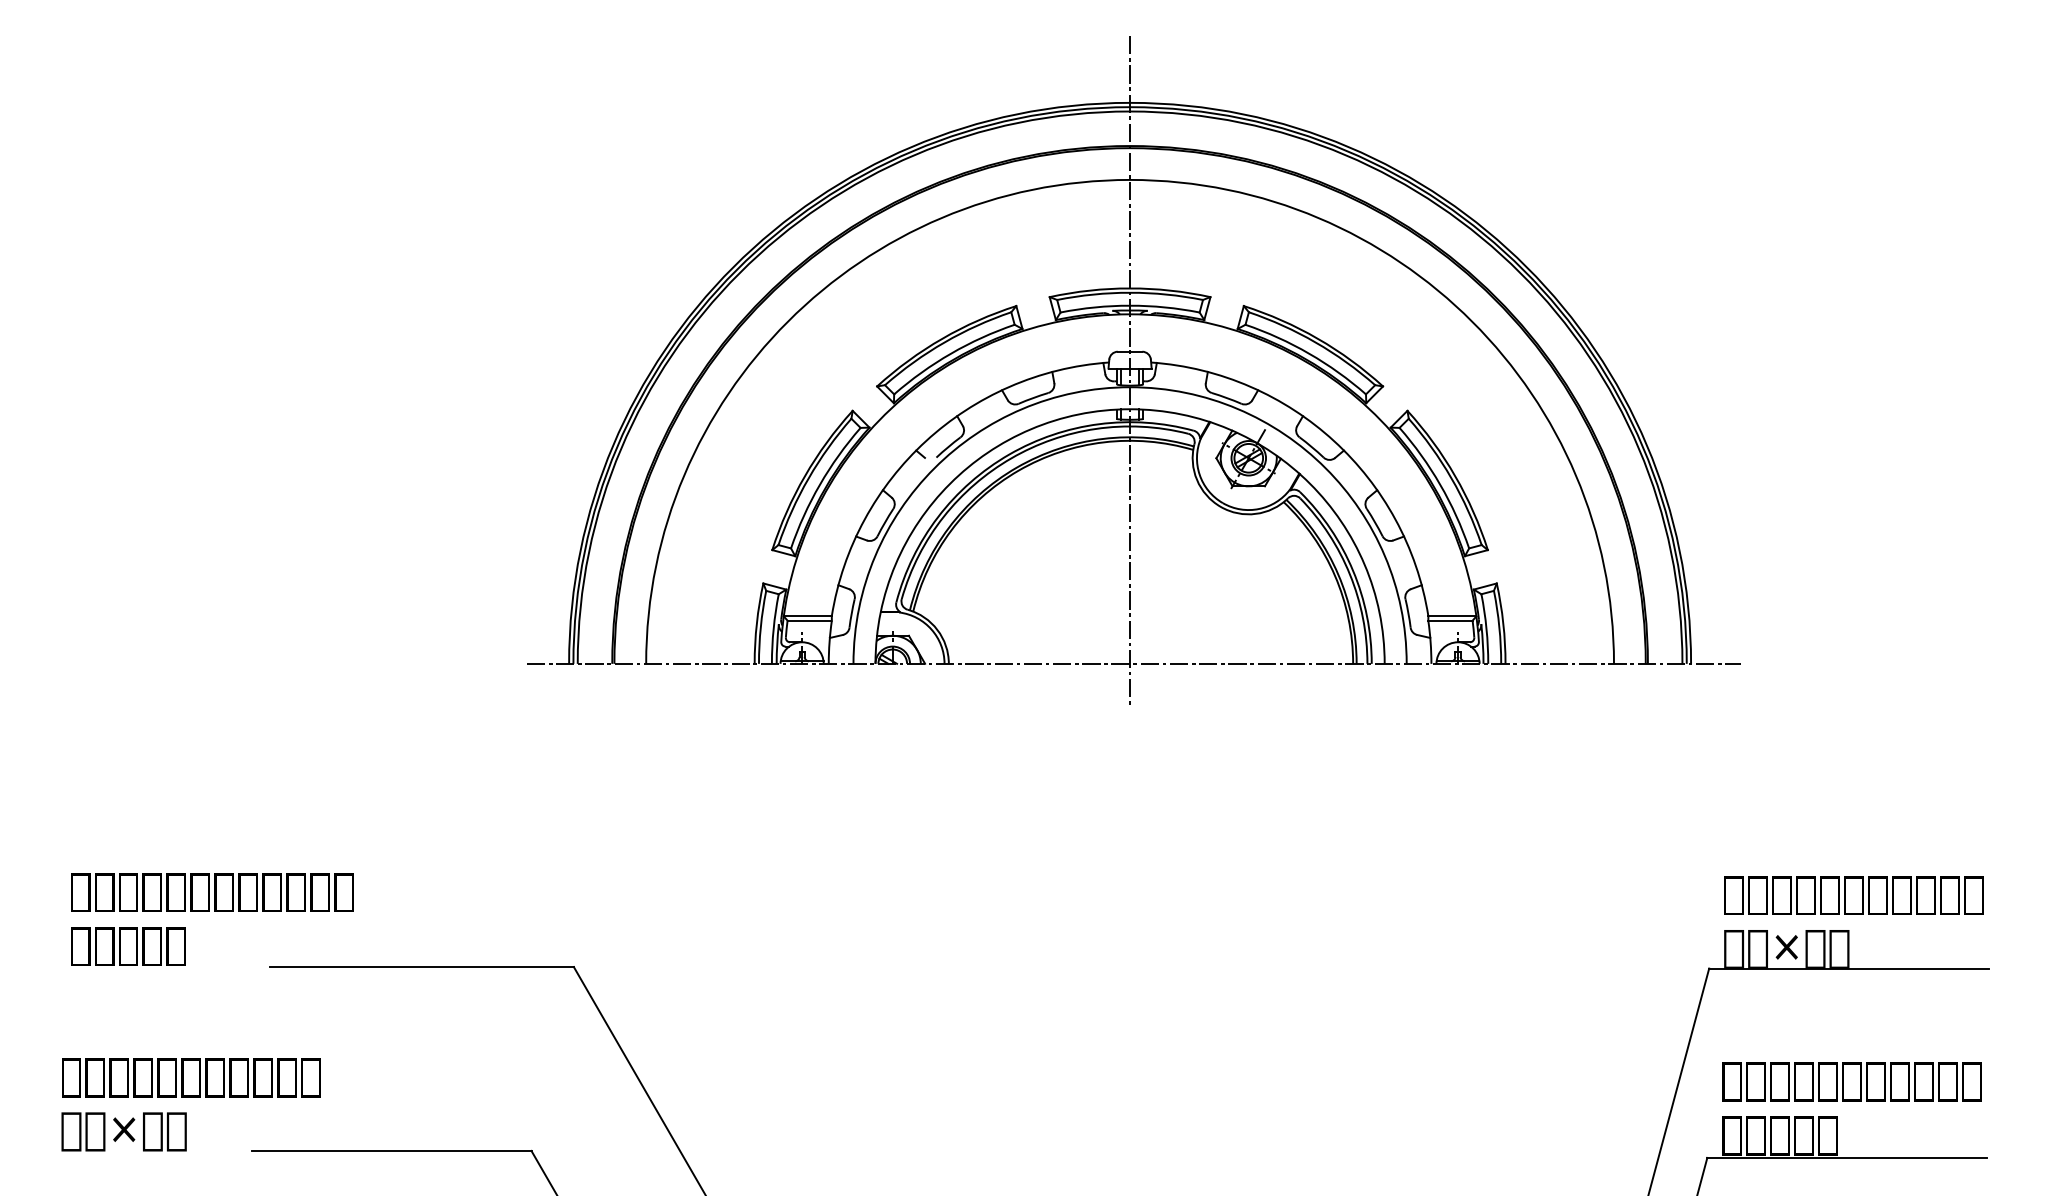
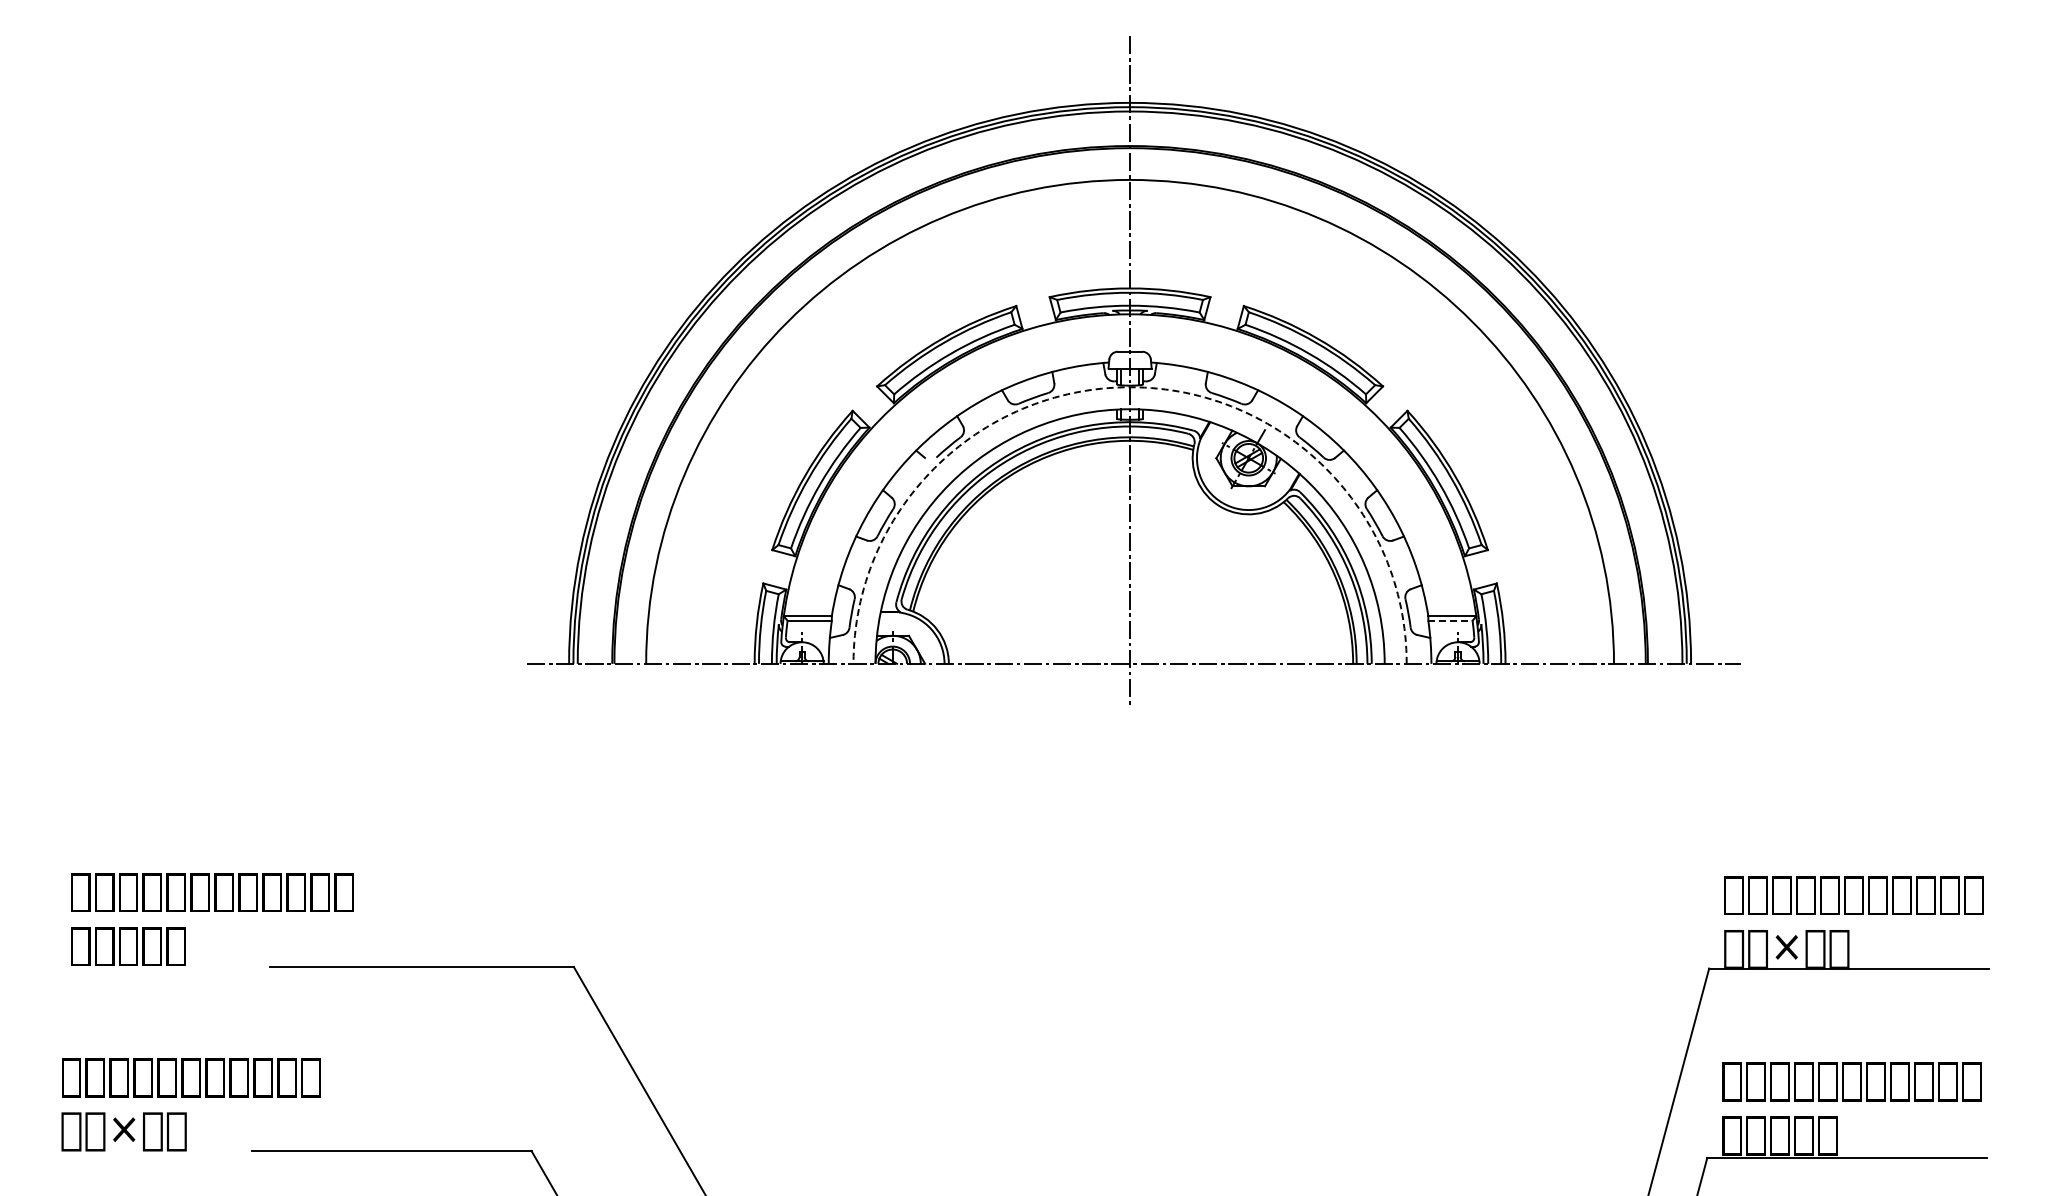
arc at (1130, 387): solid -> dashed
line at (1450, 620): solid -> dashed
